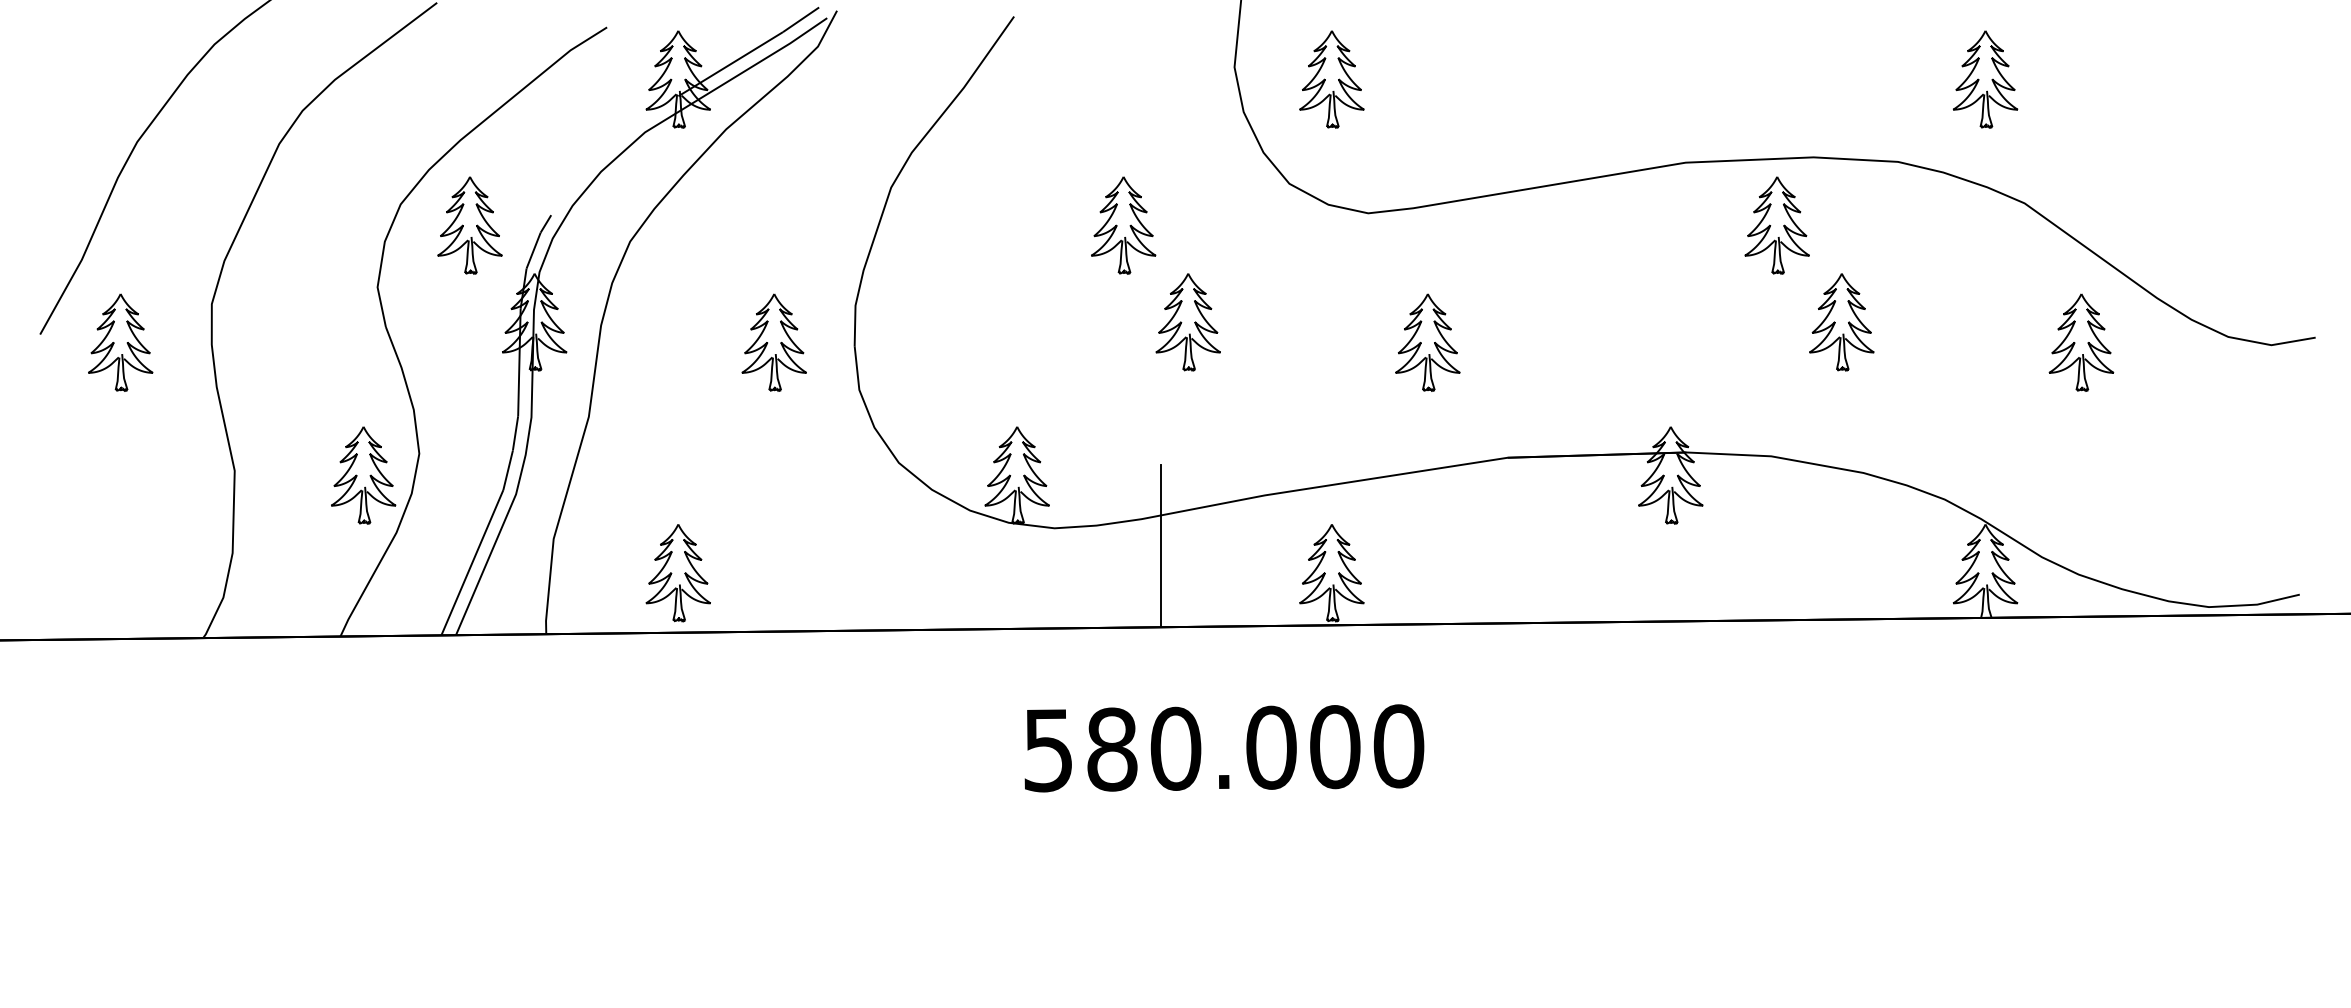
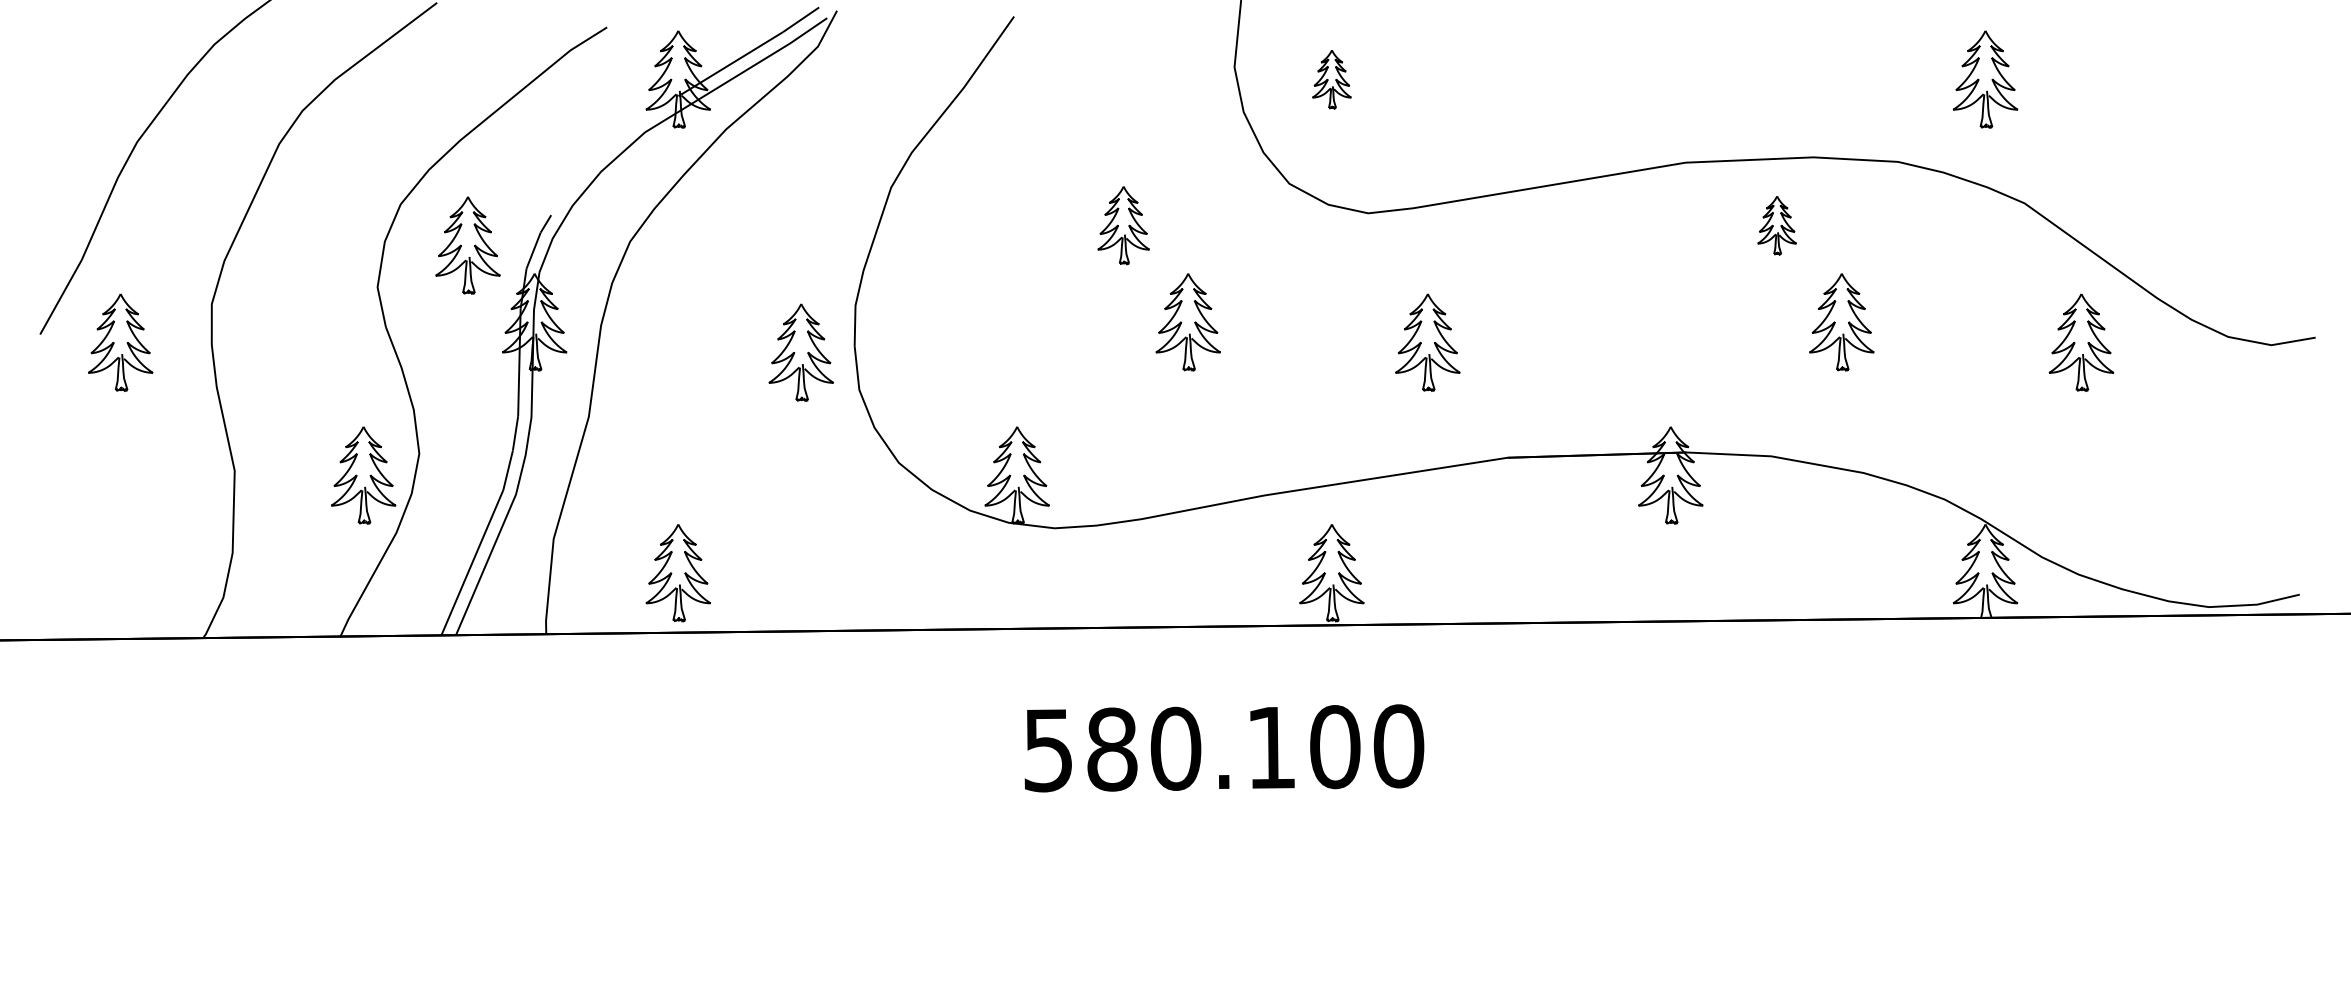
part at (1331, 79) size: 66x99 px -> 40x60 px
part at (469, 225) position: (469, 225) -> (467, 245)
part at (1123, 225) size: 66x99 px -> 53x80 px
part at (1776, 225) size: 66x99 px -> 40x60 px
part at (773, 342) position: (773, 342) -> (800, 352)
line at (1160, 545): present -> none
text at (1271, 747): 580.000 -> 580.100
